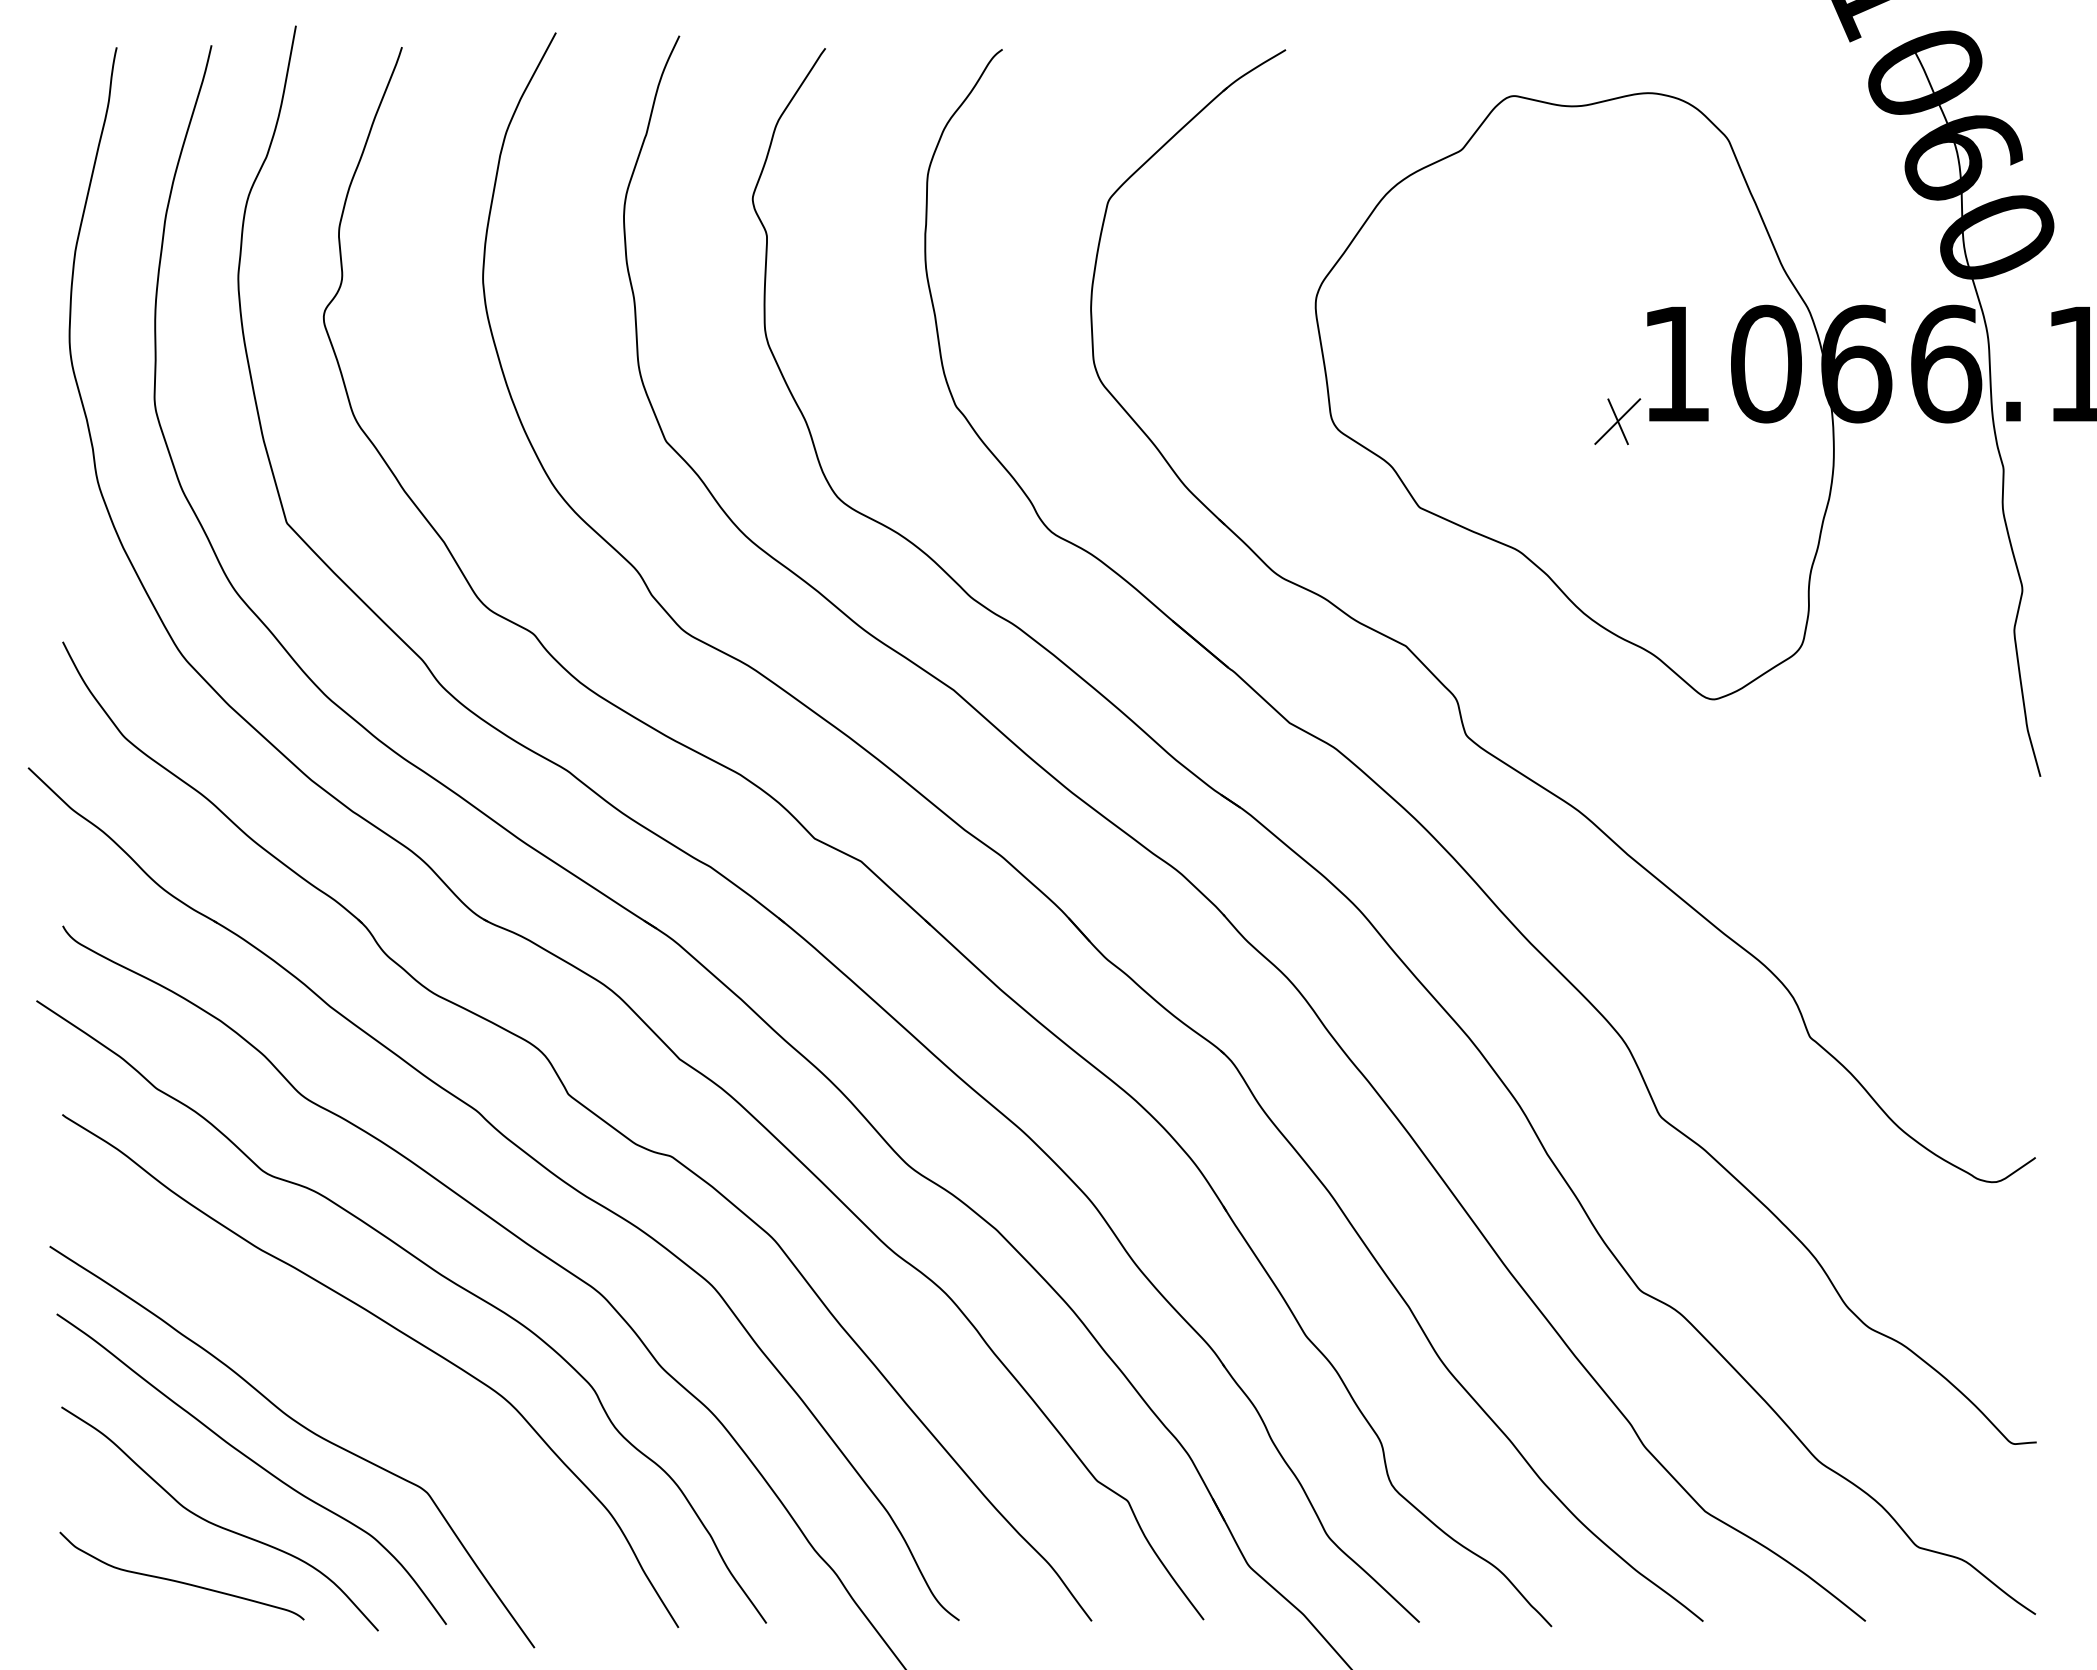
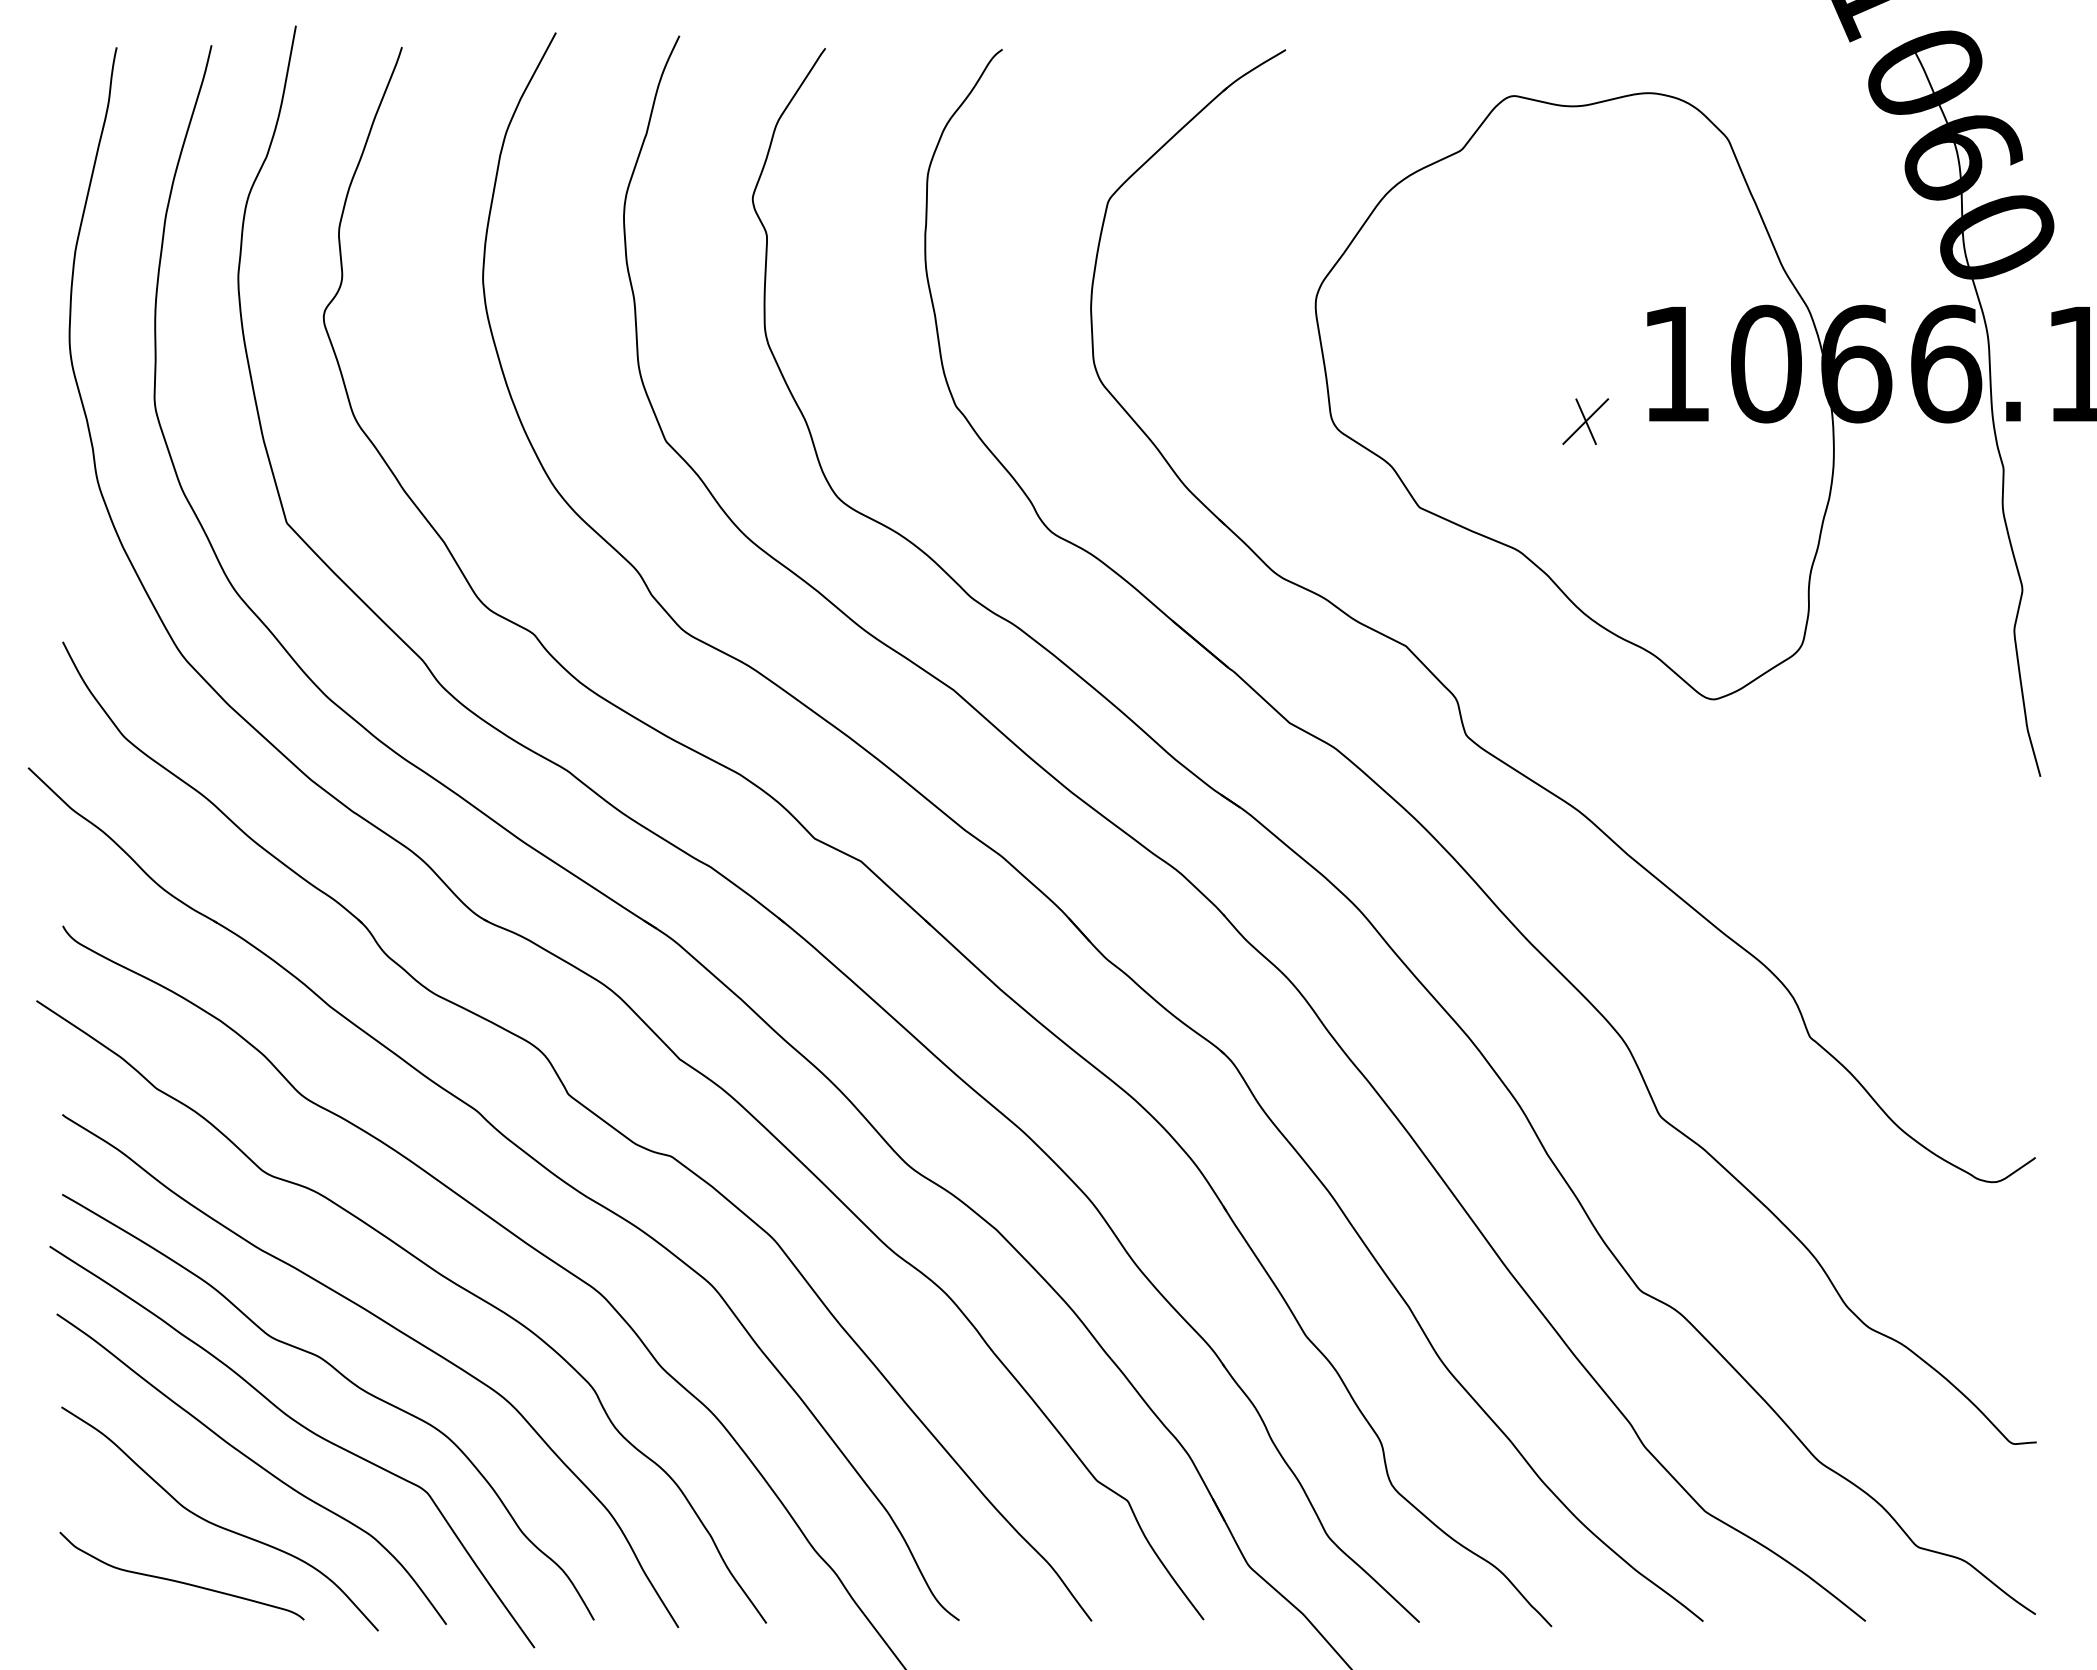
part at (1617, 421) position: (1617, 421) -> (1585, 421)
curve at (348, 1381): none -> present
